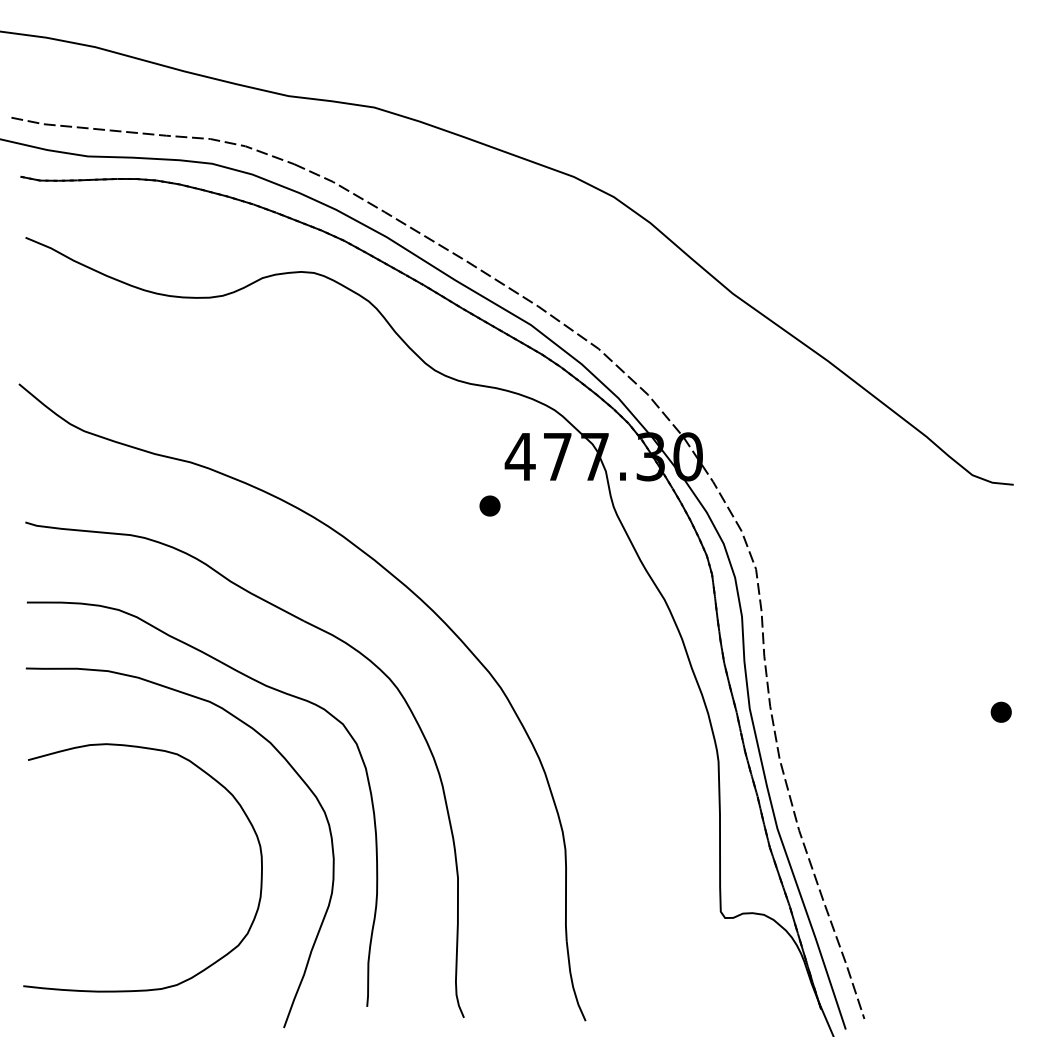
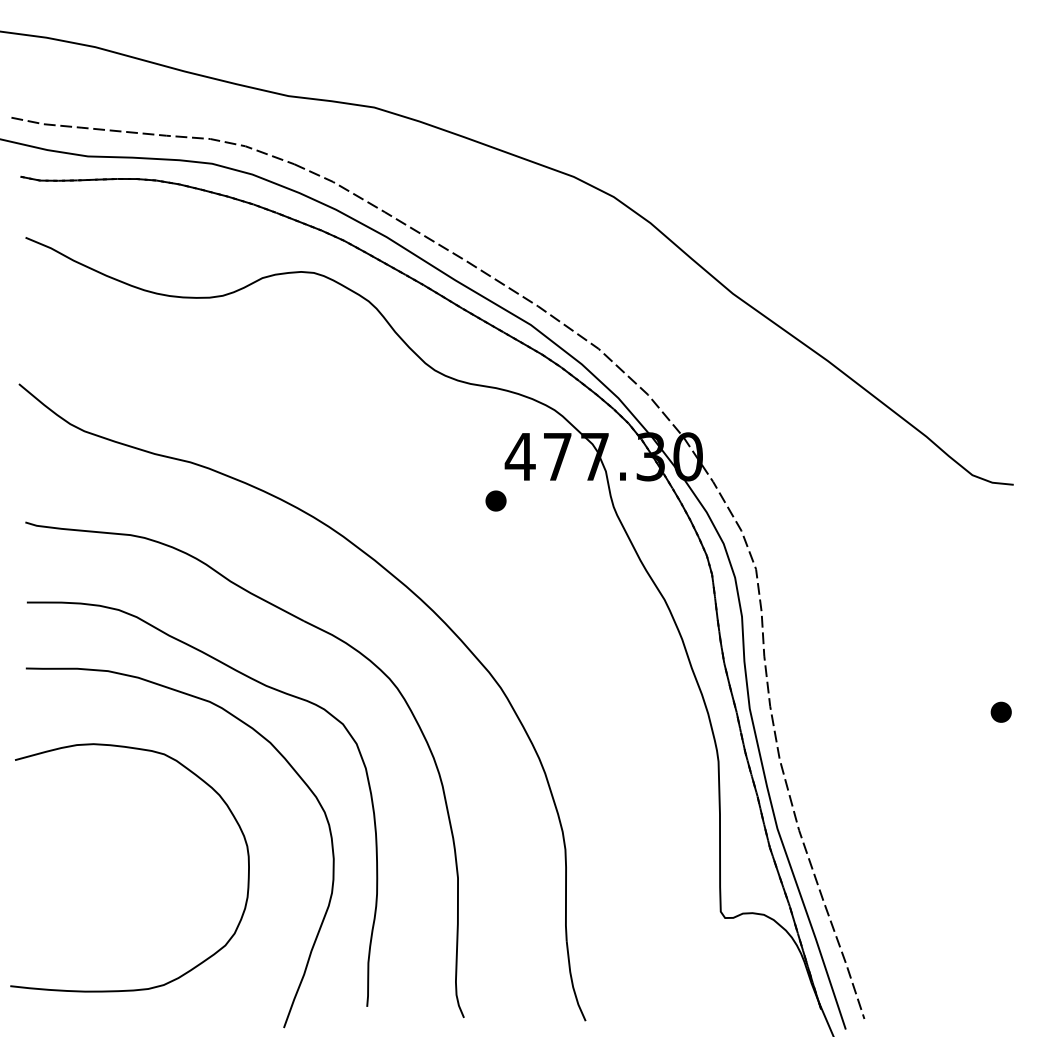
part at (489, 505) position: (489, 505) -> (495, 500)
curve at (211, 778) position: (211, 778) -> (198, 778)
